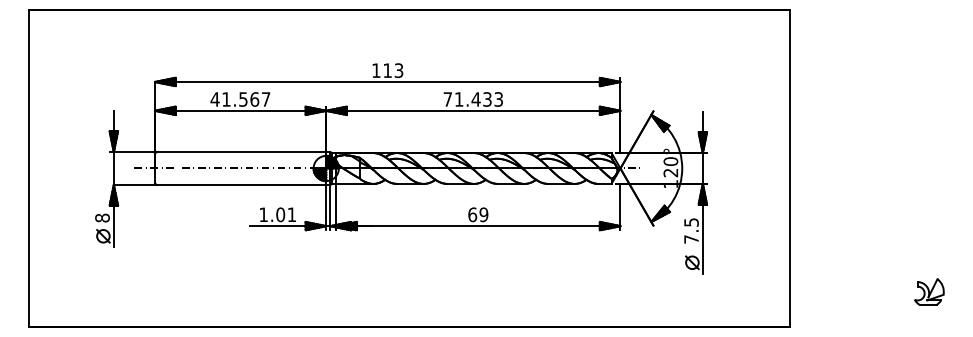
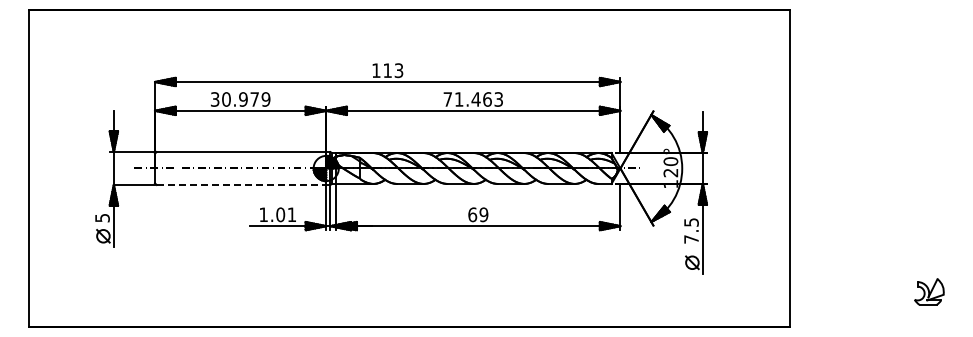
text at (240, 99): 41.567 -> 30.979
text at (487, 99): 71.433 -> 71.463
line at (241, 184): solid -> dashed
text at (102, 217): 8 -> 5
